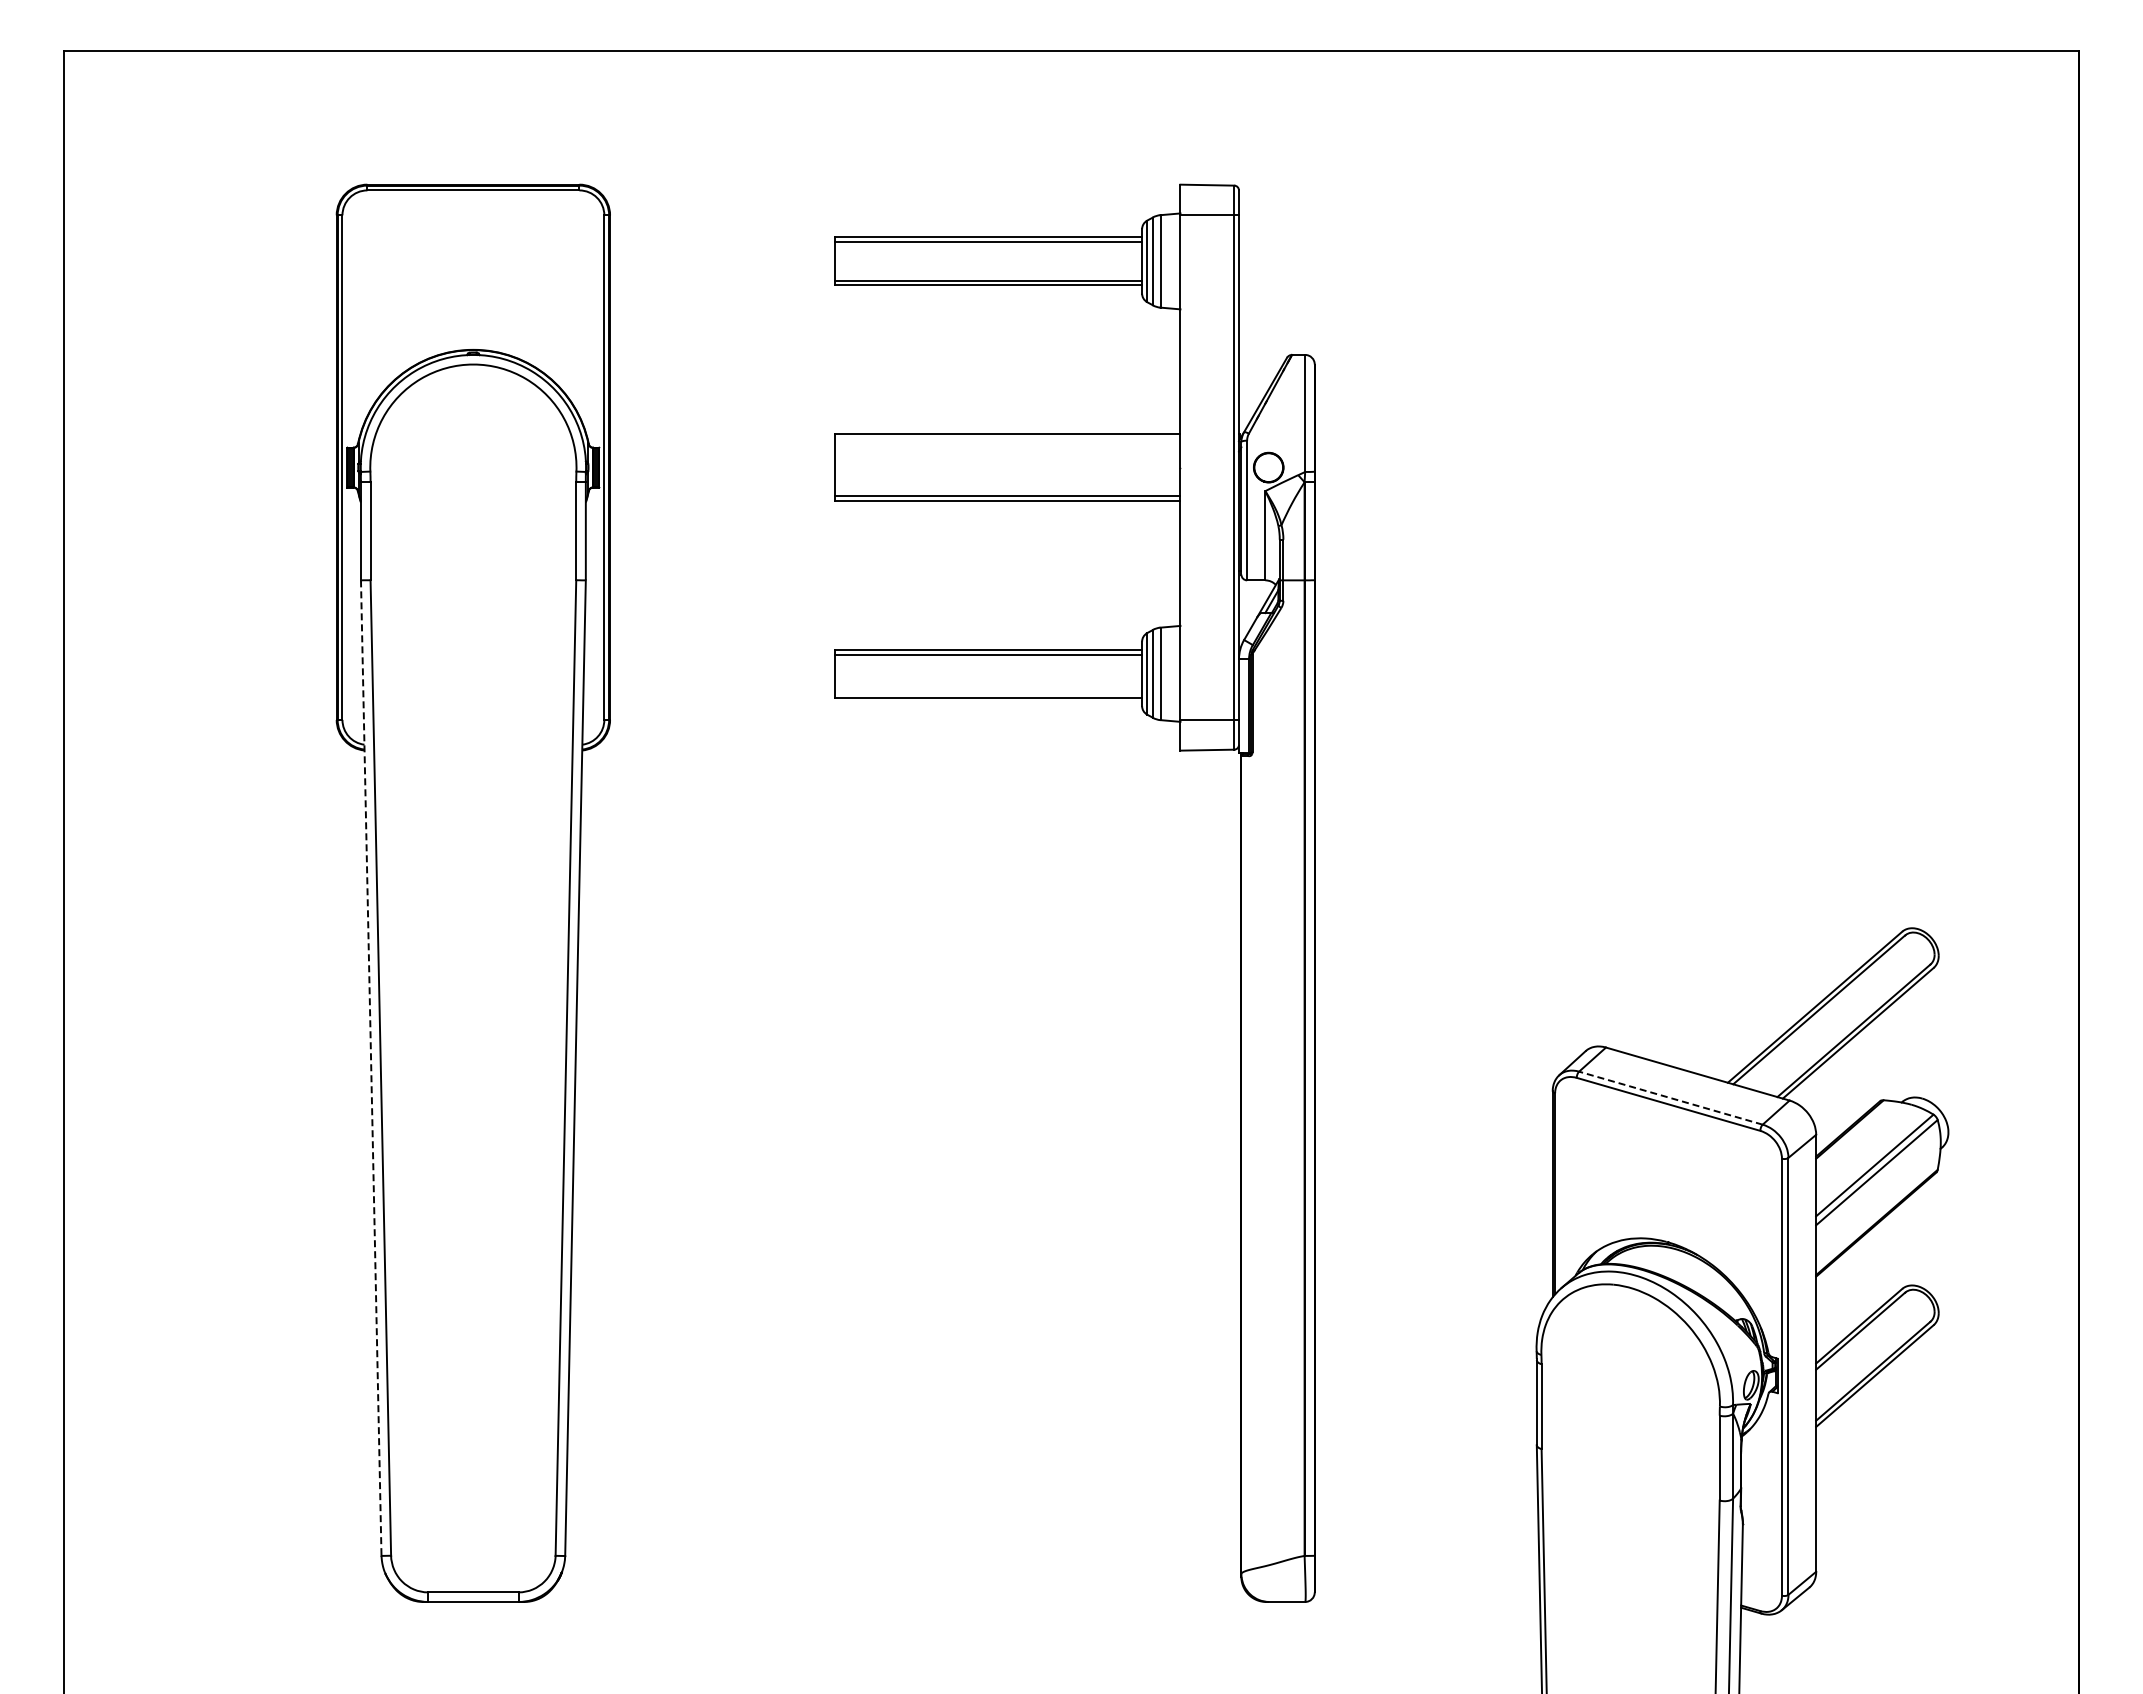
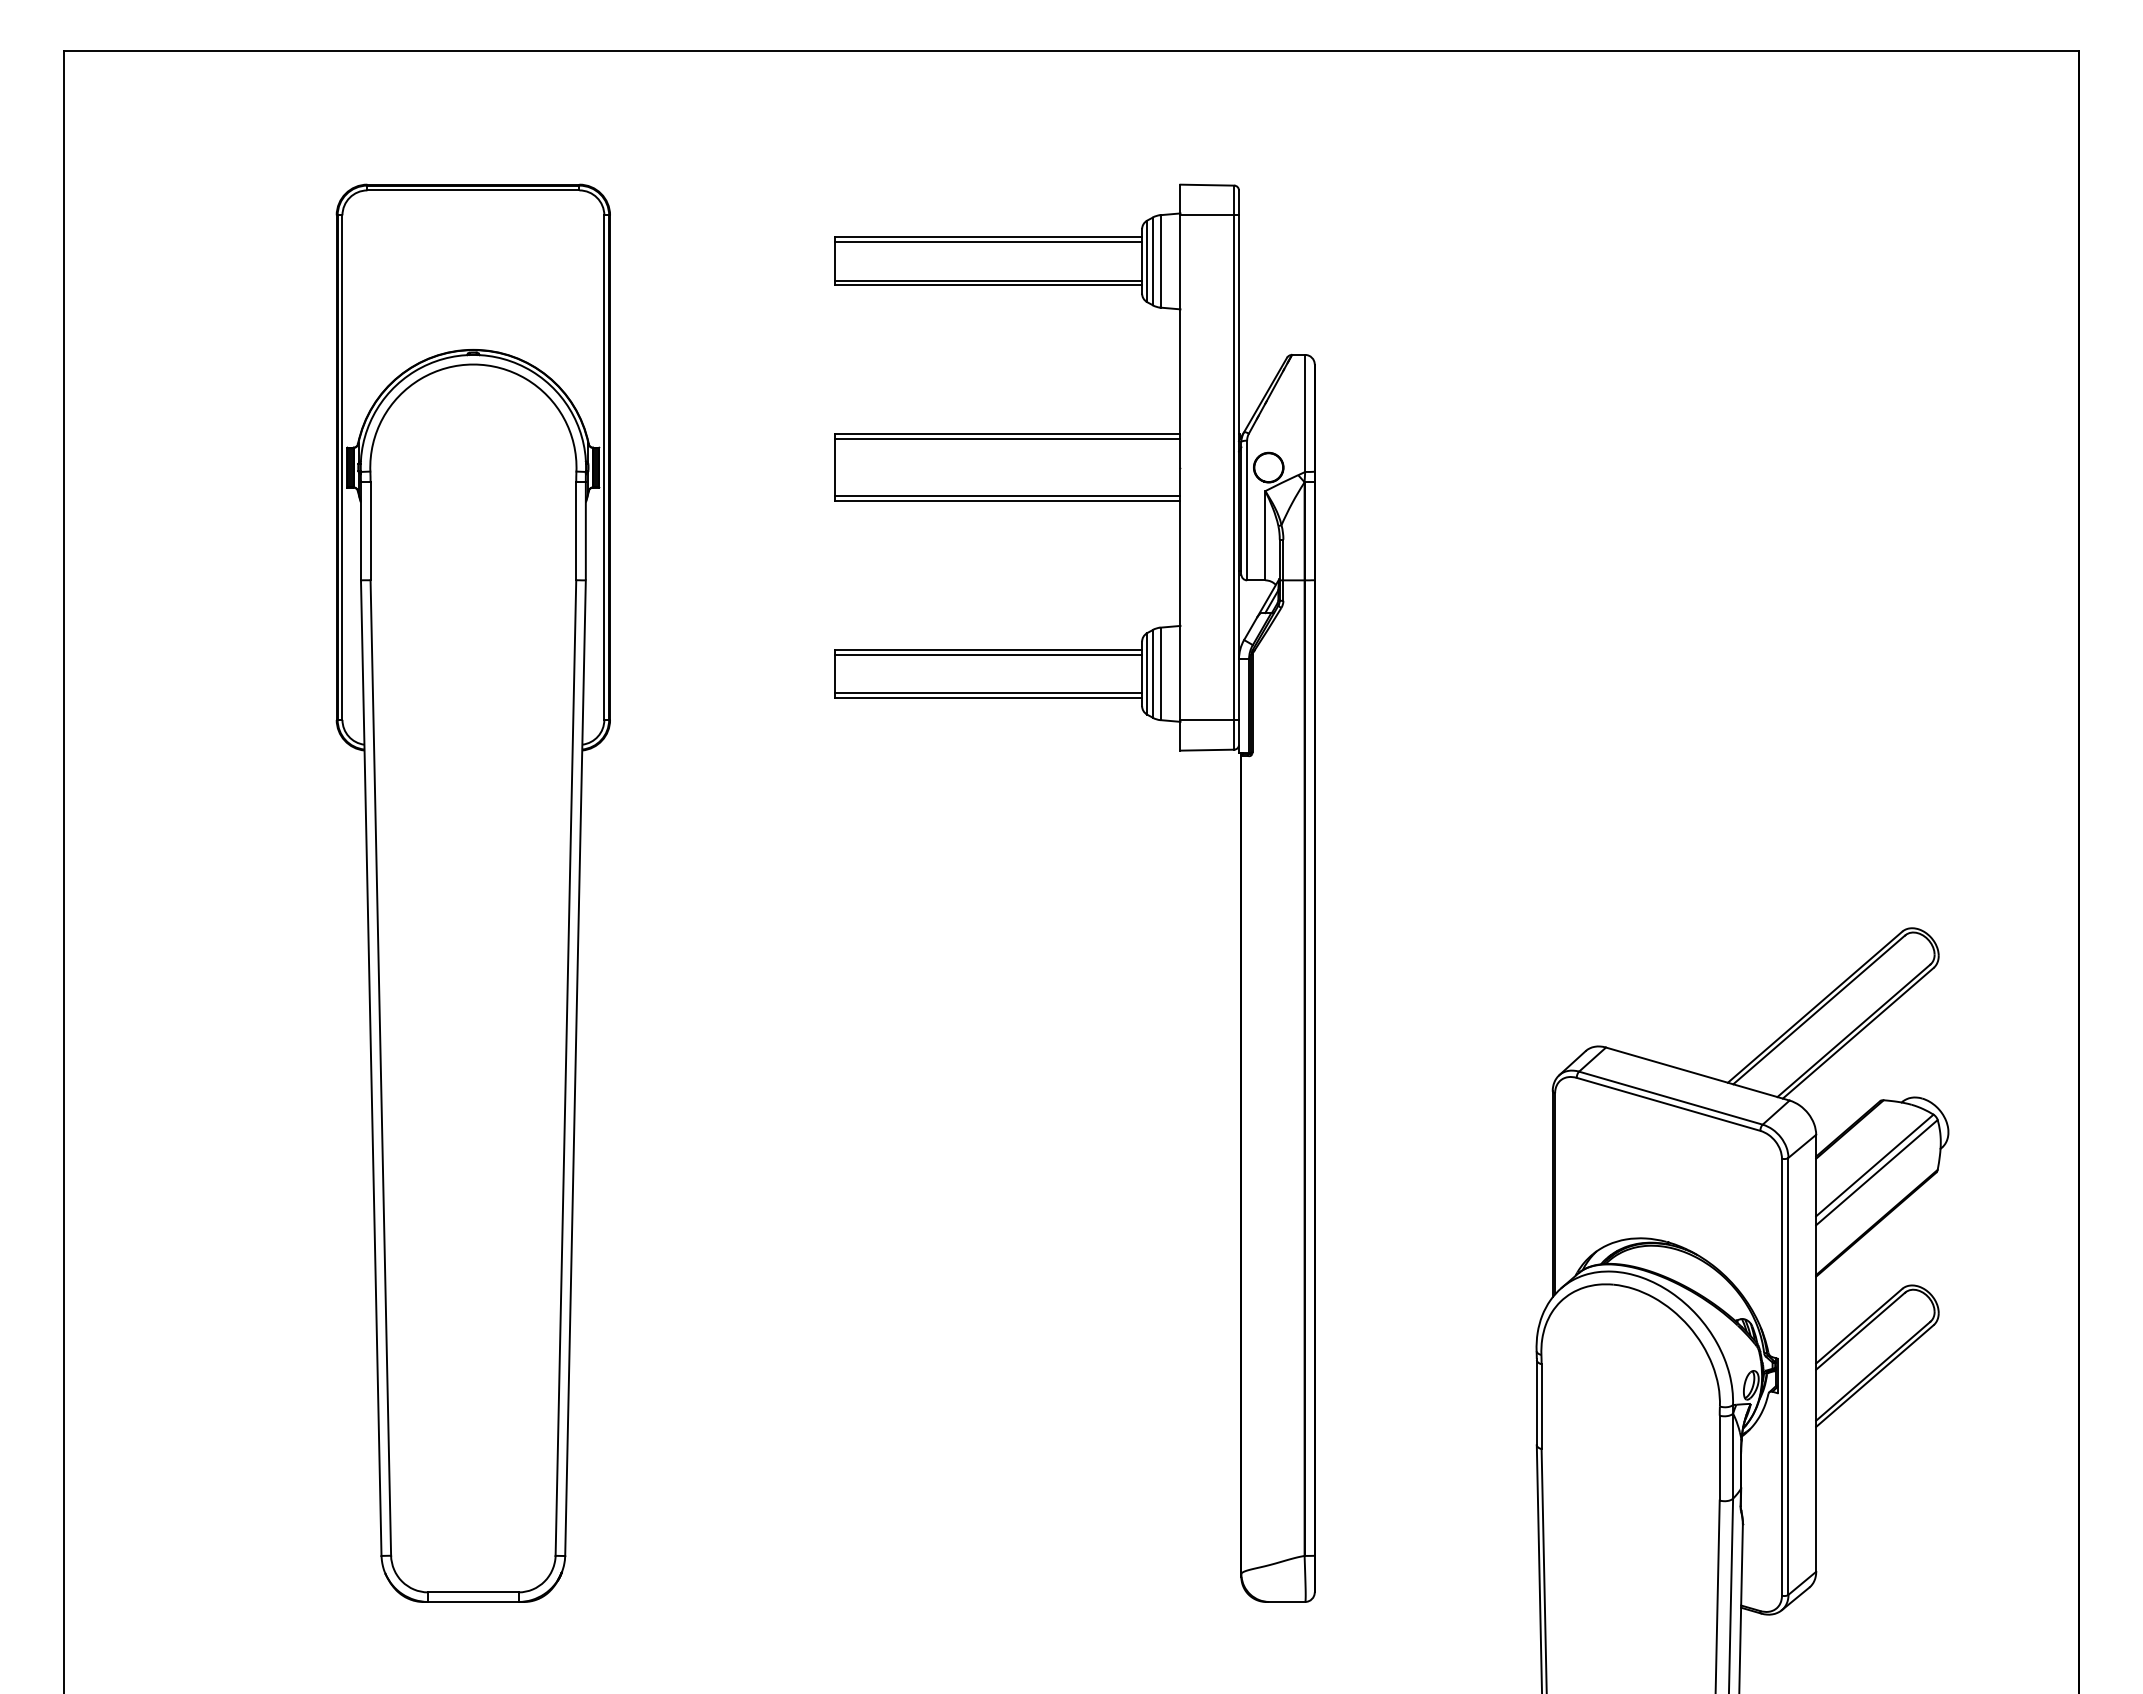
line at (1007, 438): none -> present
line at (988, 693): none -> present
line at (371, 1068): dashed -> solid
line at (1670, 1098): dashed -> solid
